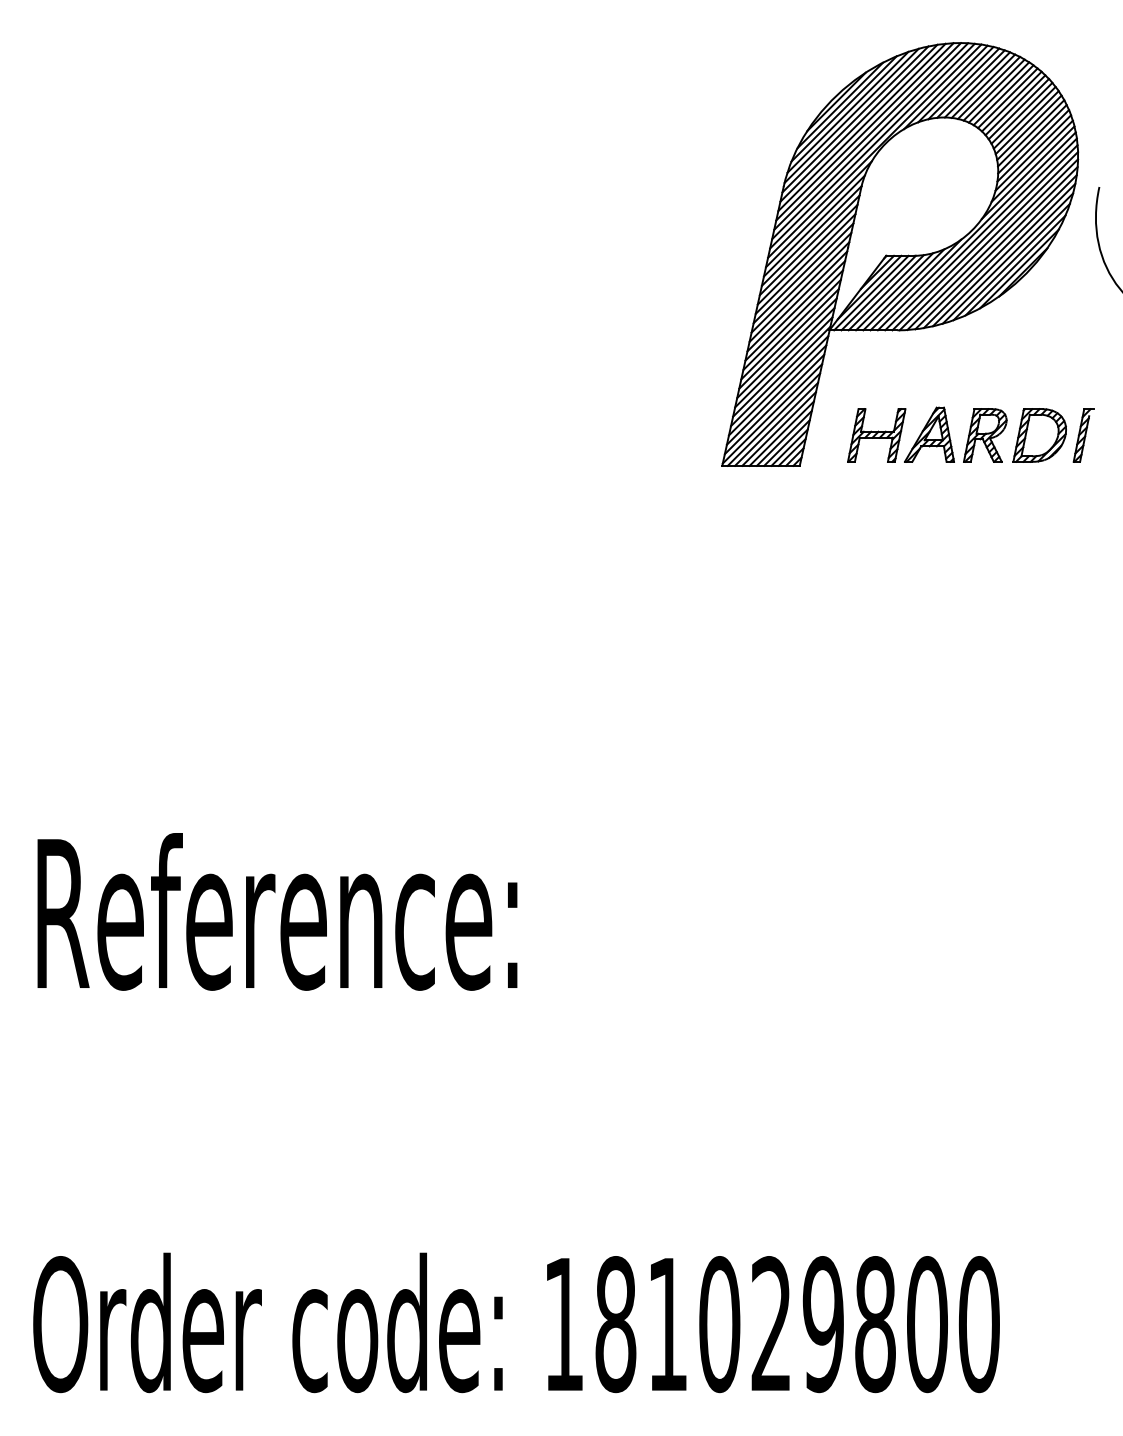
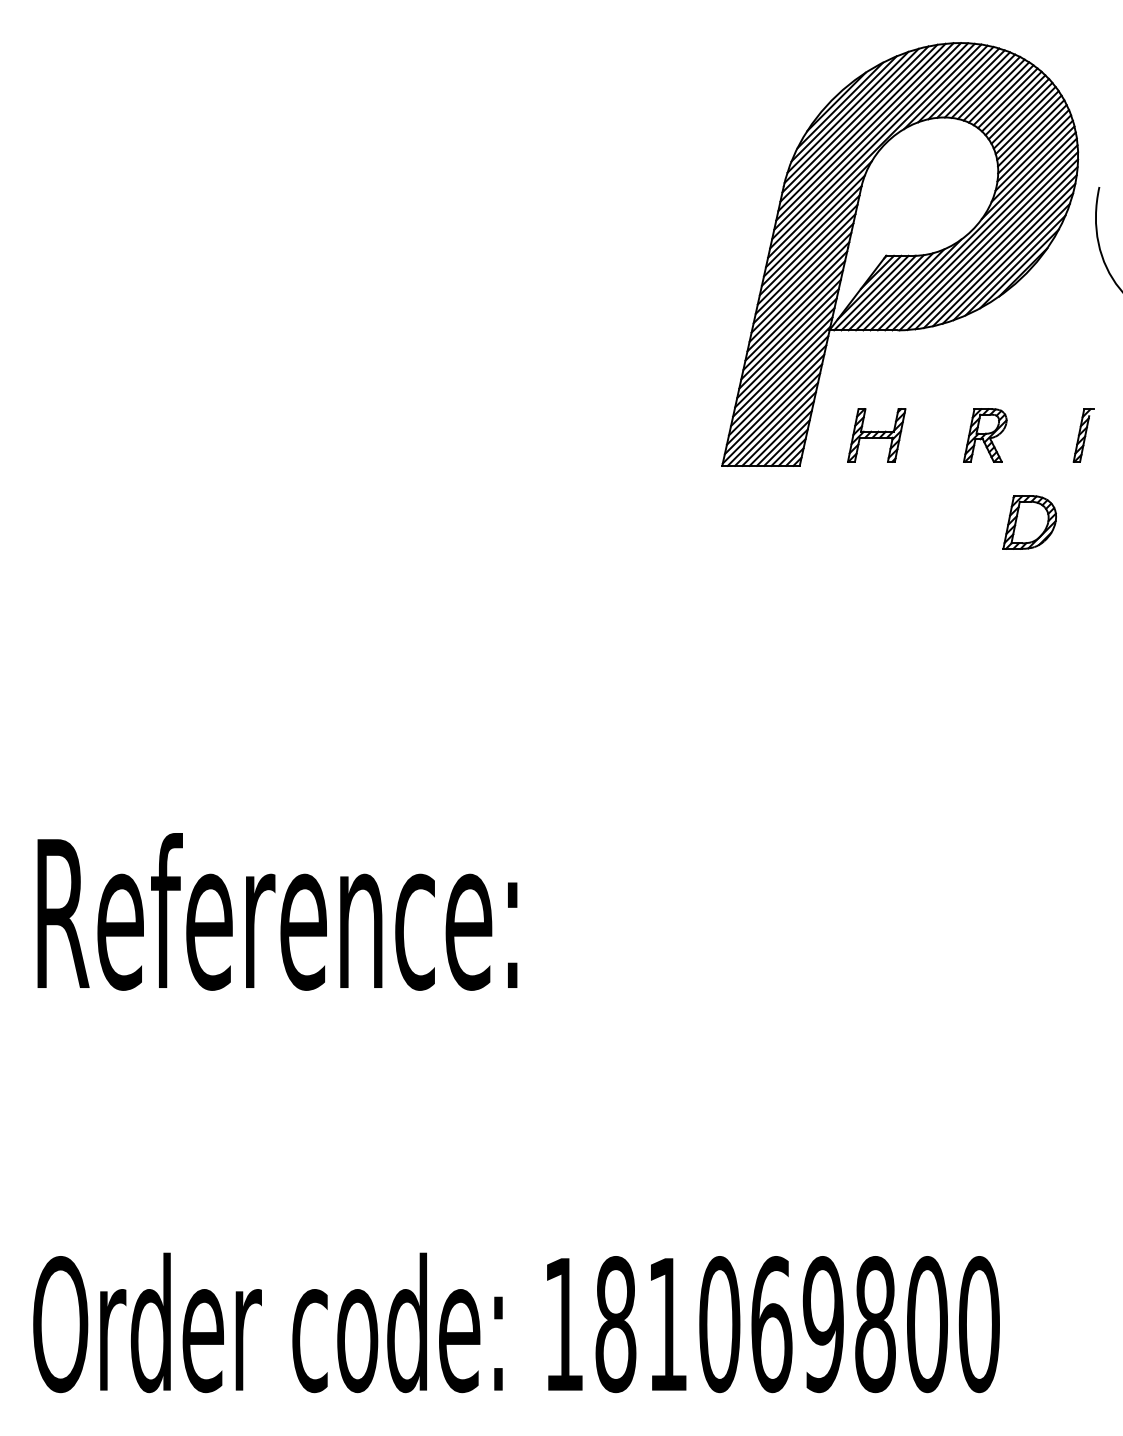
part at (929, 434): present -> none
part at (1039, 435) position: (1039, 435) -> (1029, 522)
text at (771, 1324): 181029800 -> 181069800
